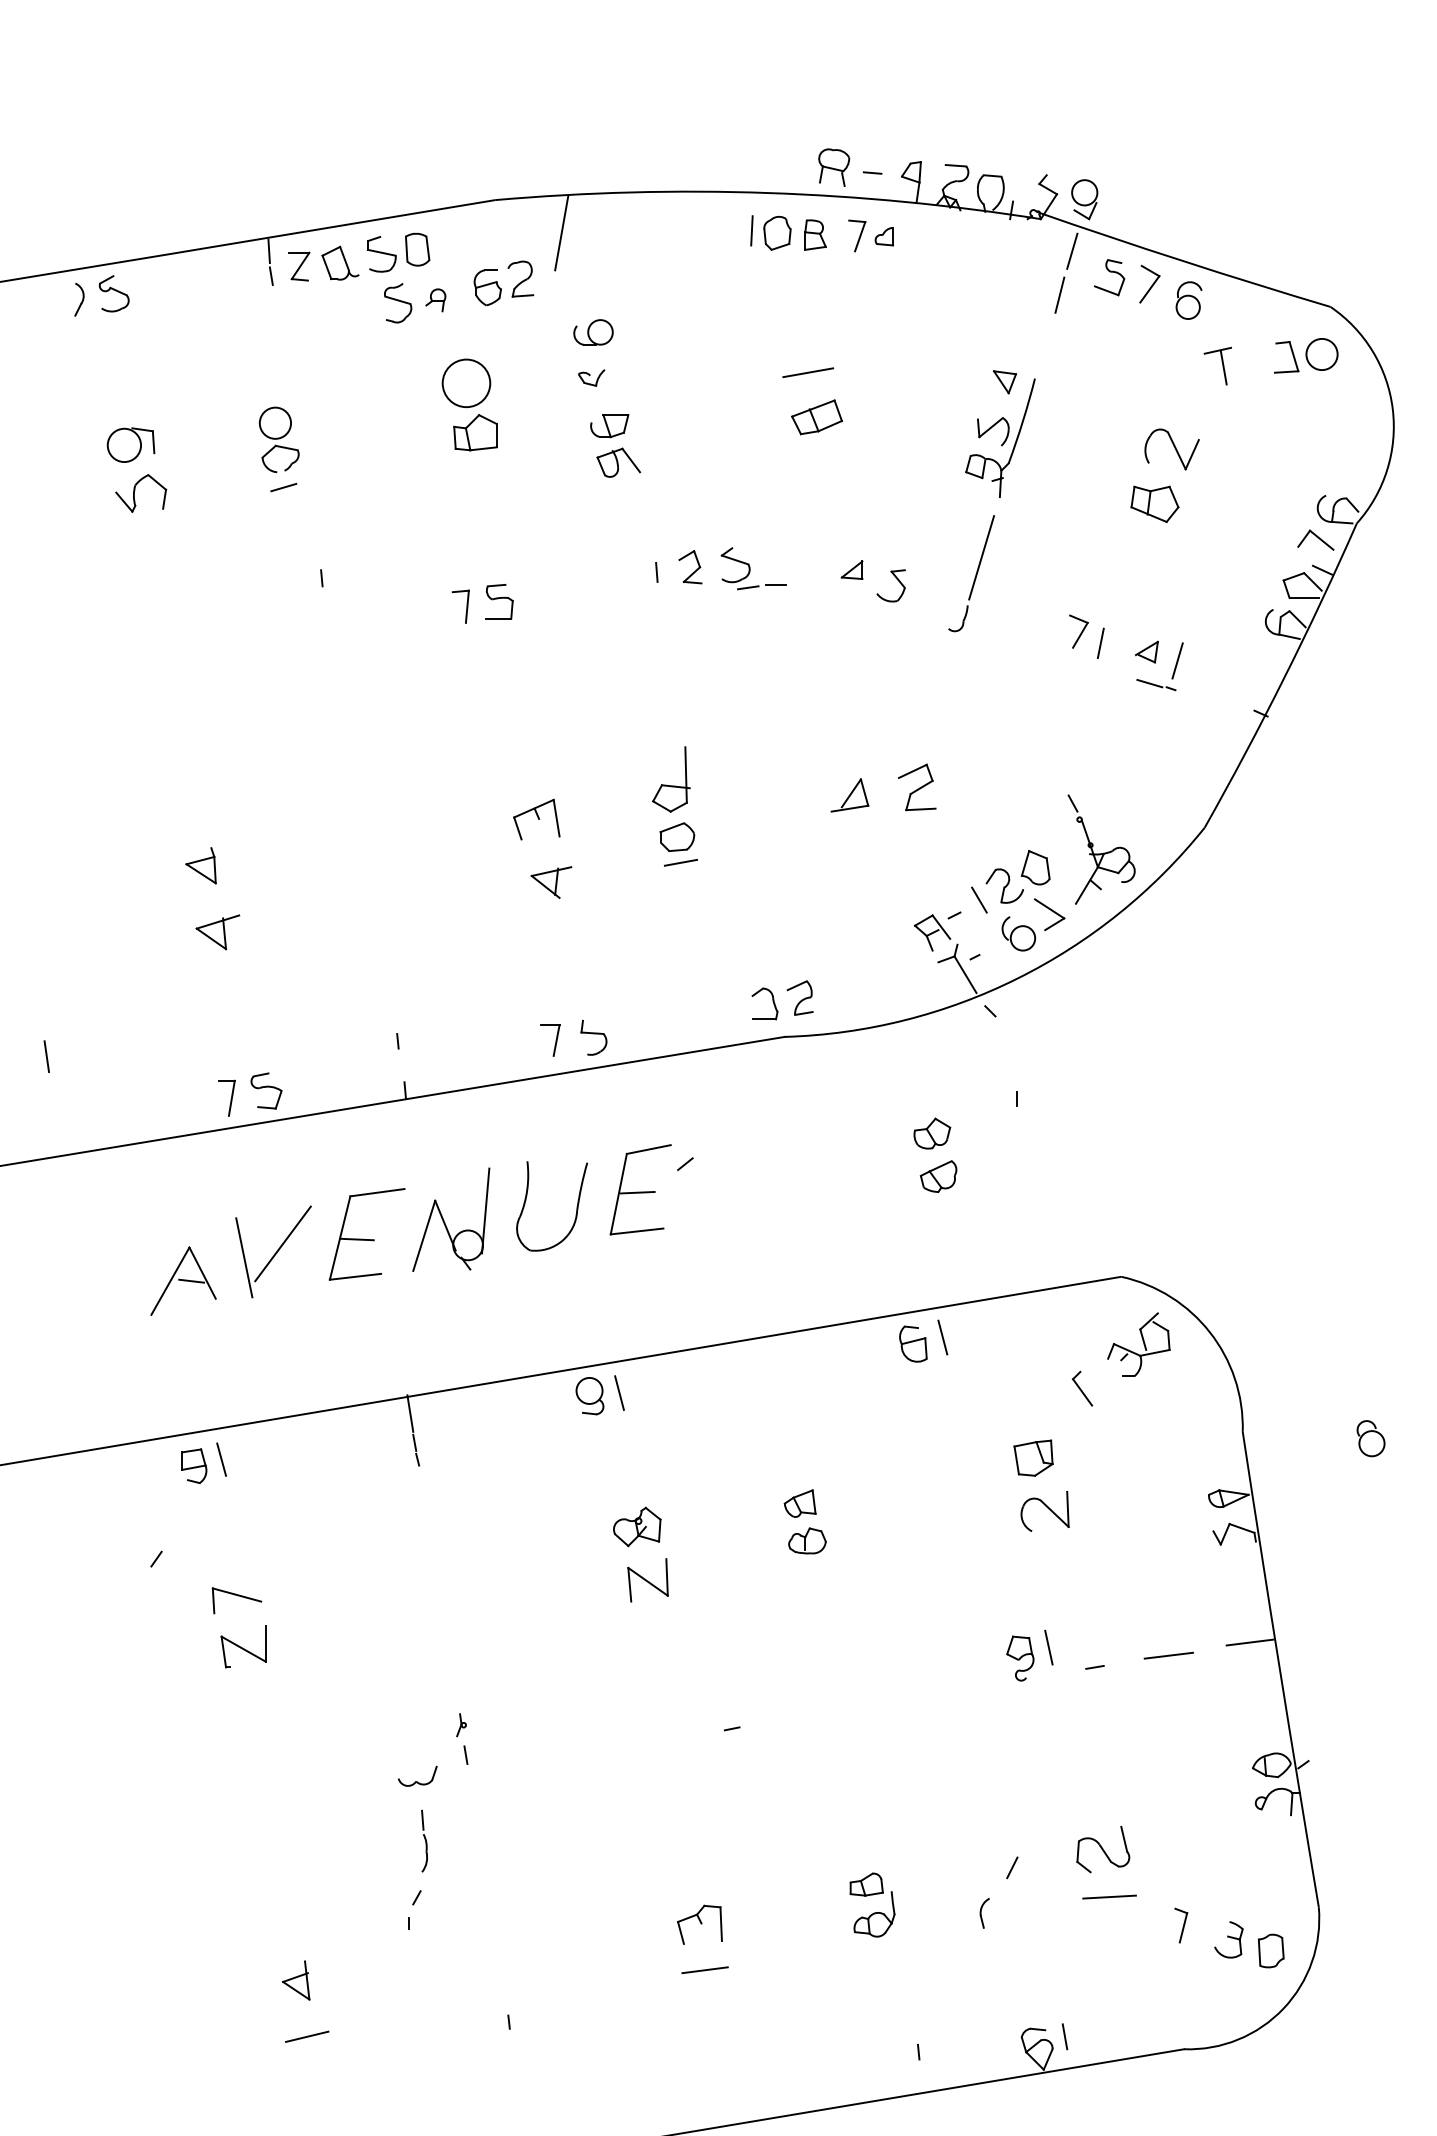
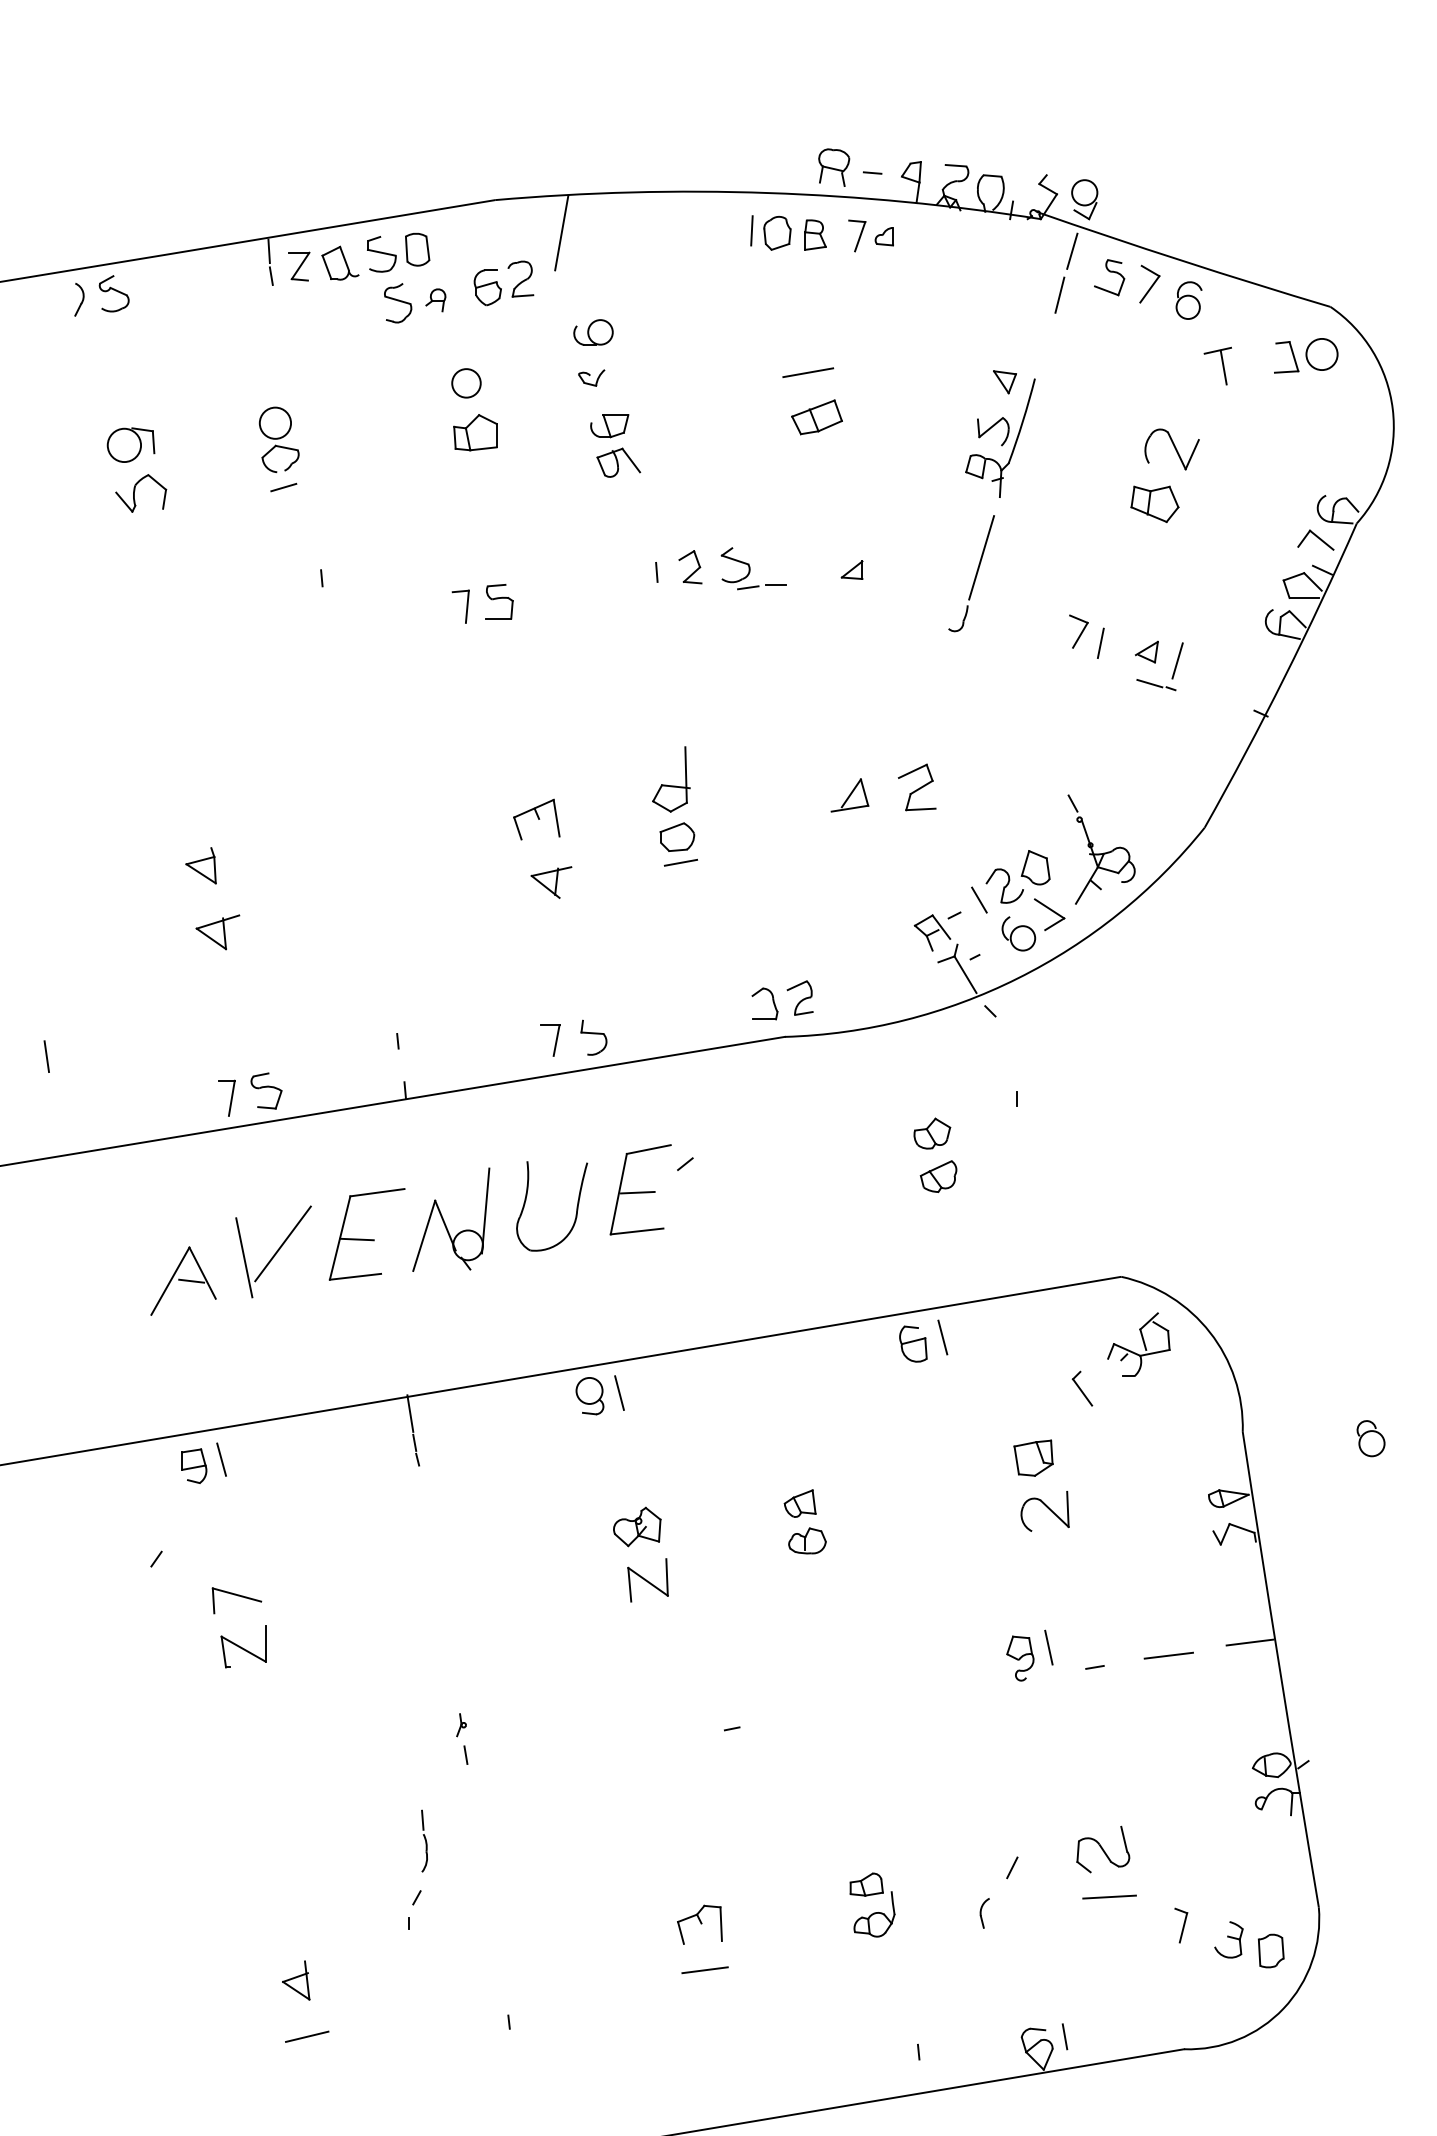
circle at (466, 383) diameter: 48 px -> 29 px
part at (896, 579): present -> none
part at (417, 1775): present -> none
